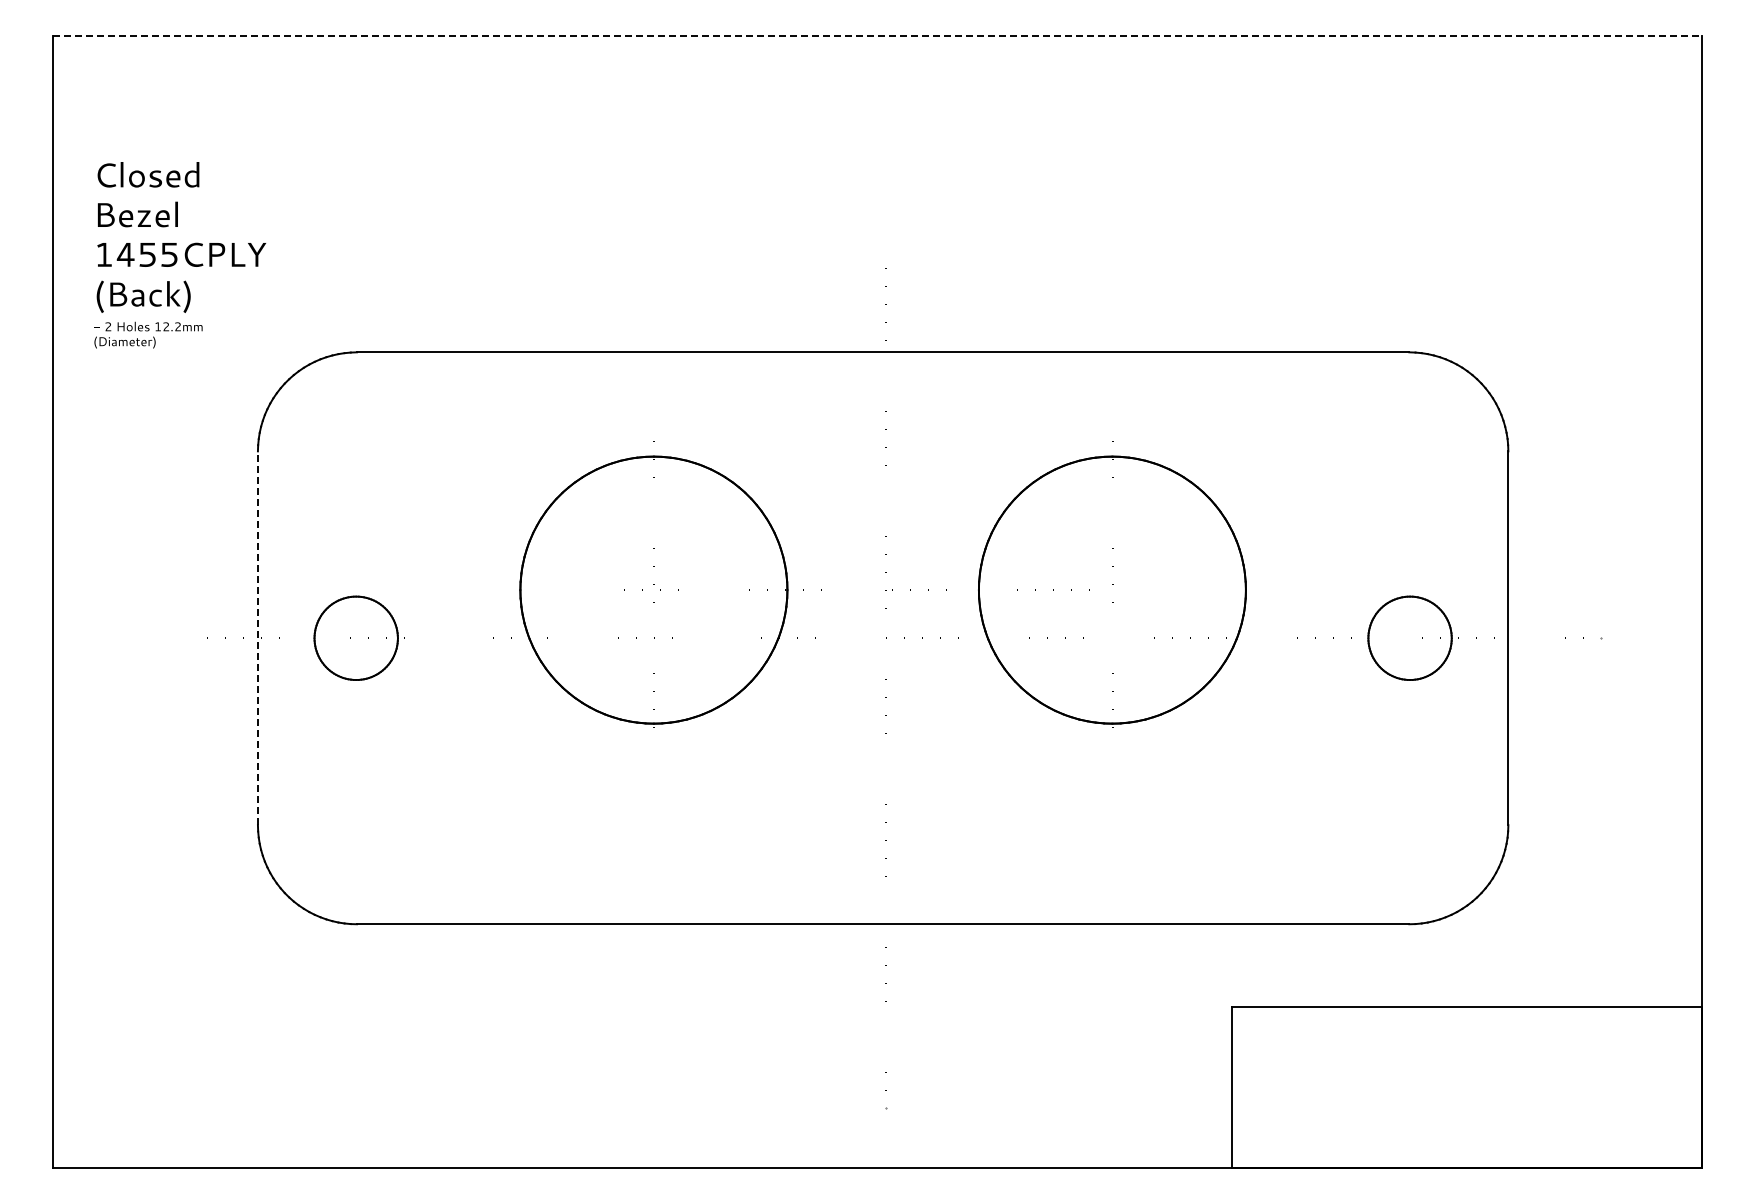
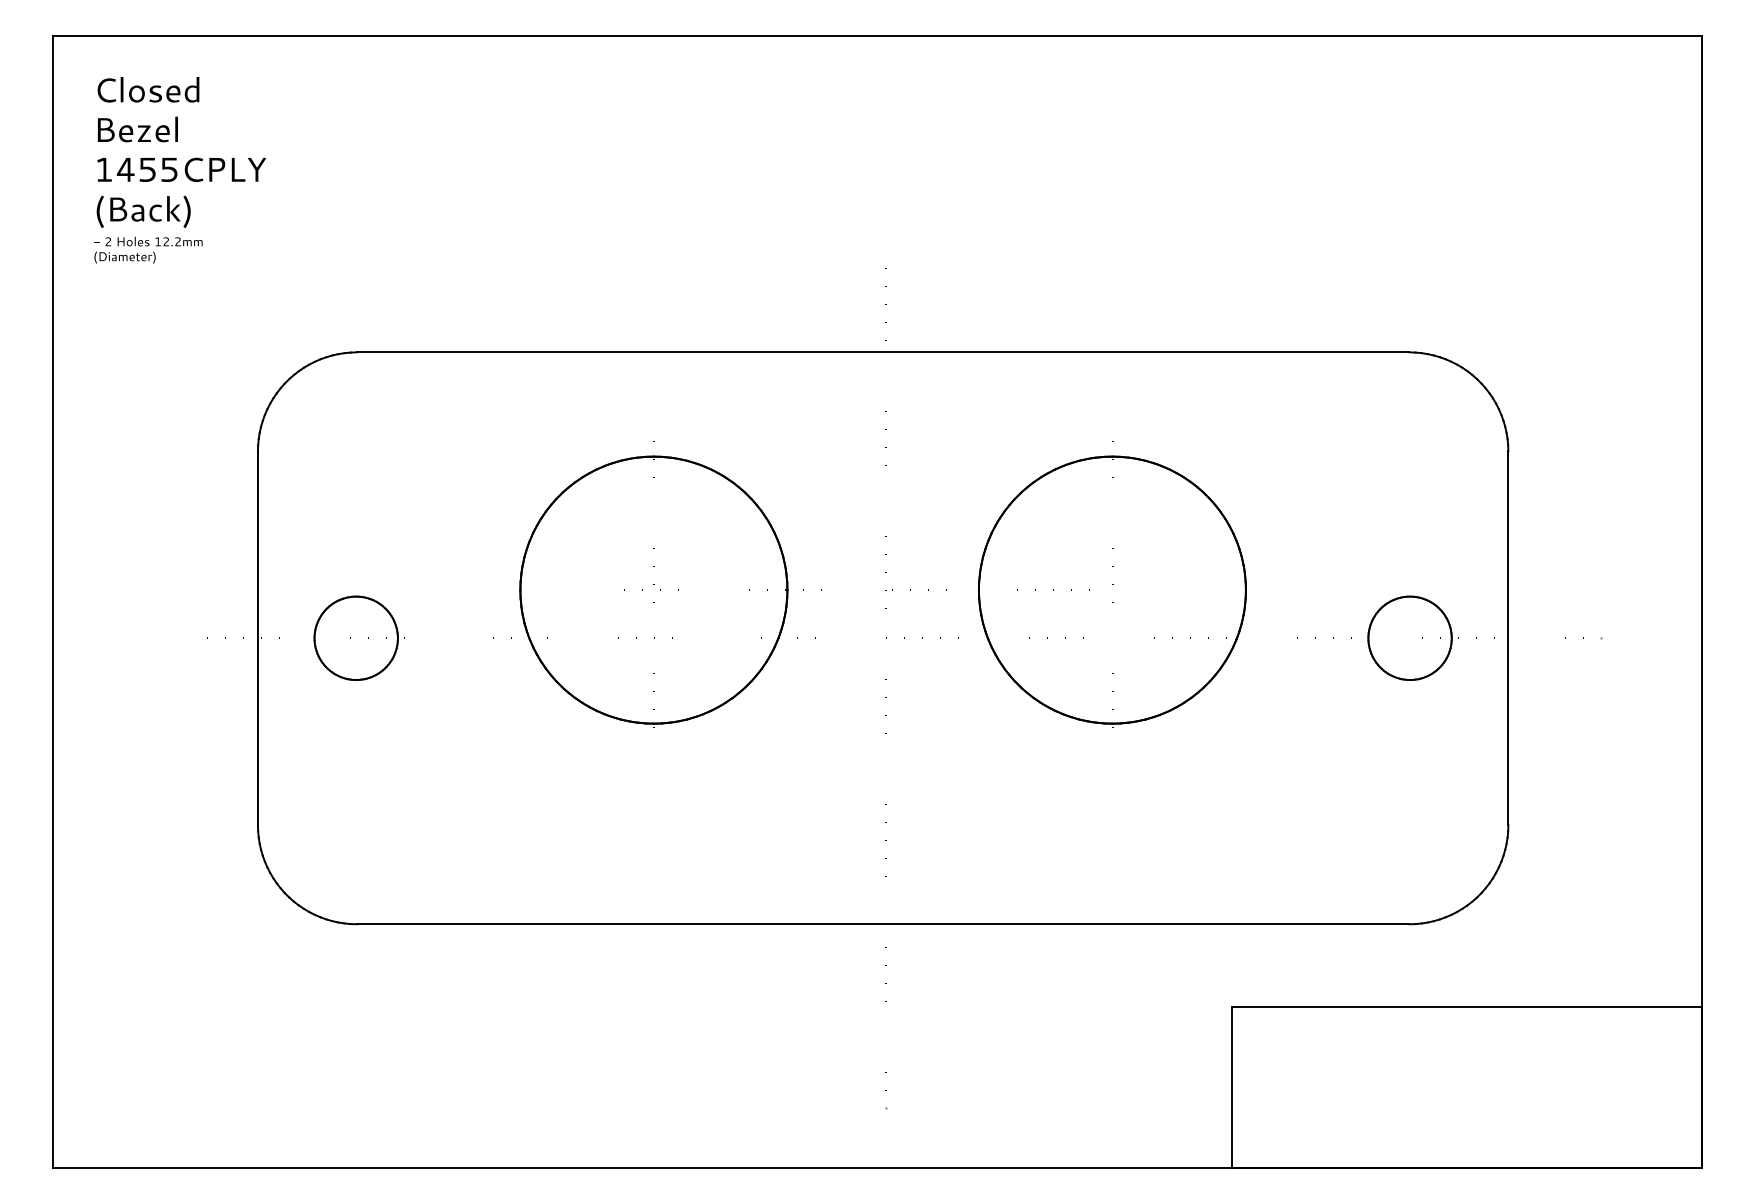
line at (877, 36): dashed -> solid
text at (180, 255) position: (180, 255) -> (180, 170)
line at (257, 638): dashed -> solid
